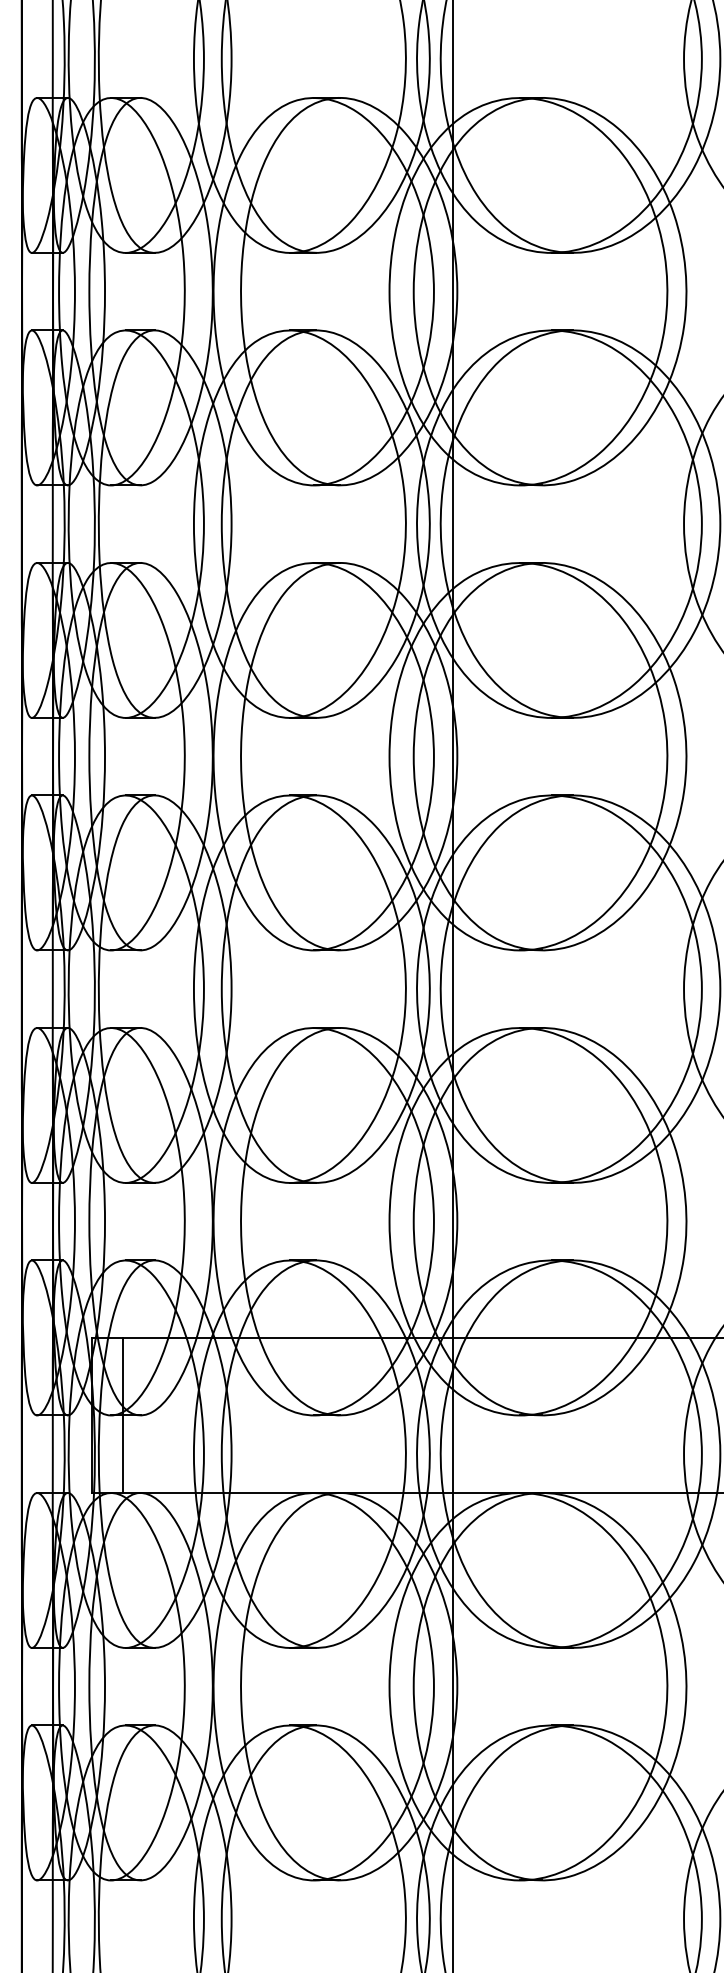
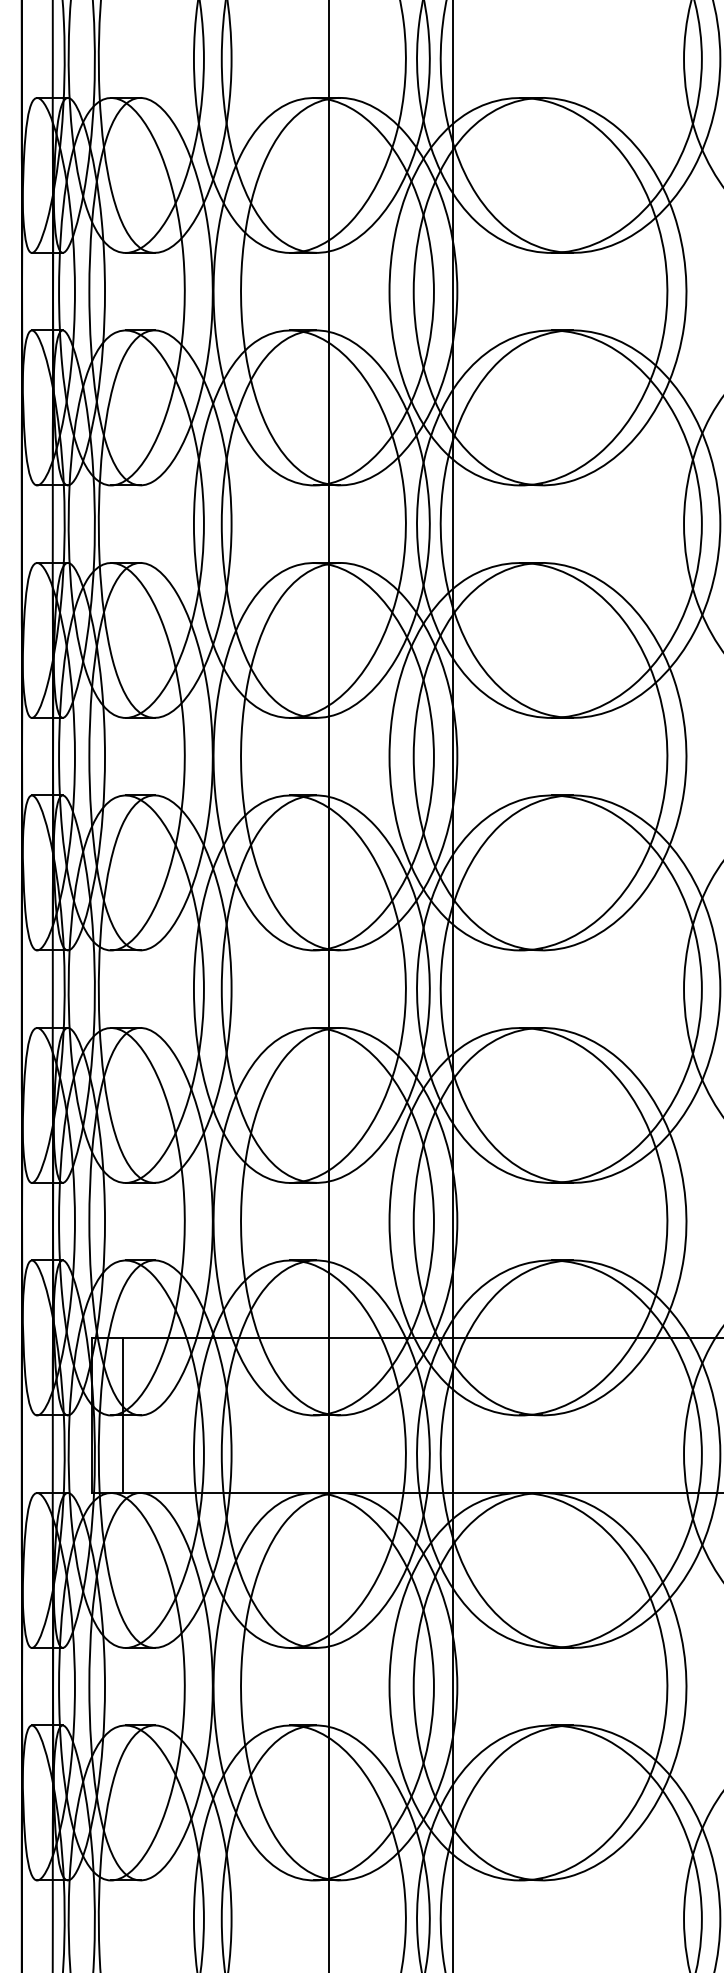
line at (328, 985): none -> present
